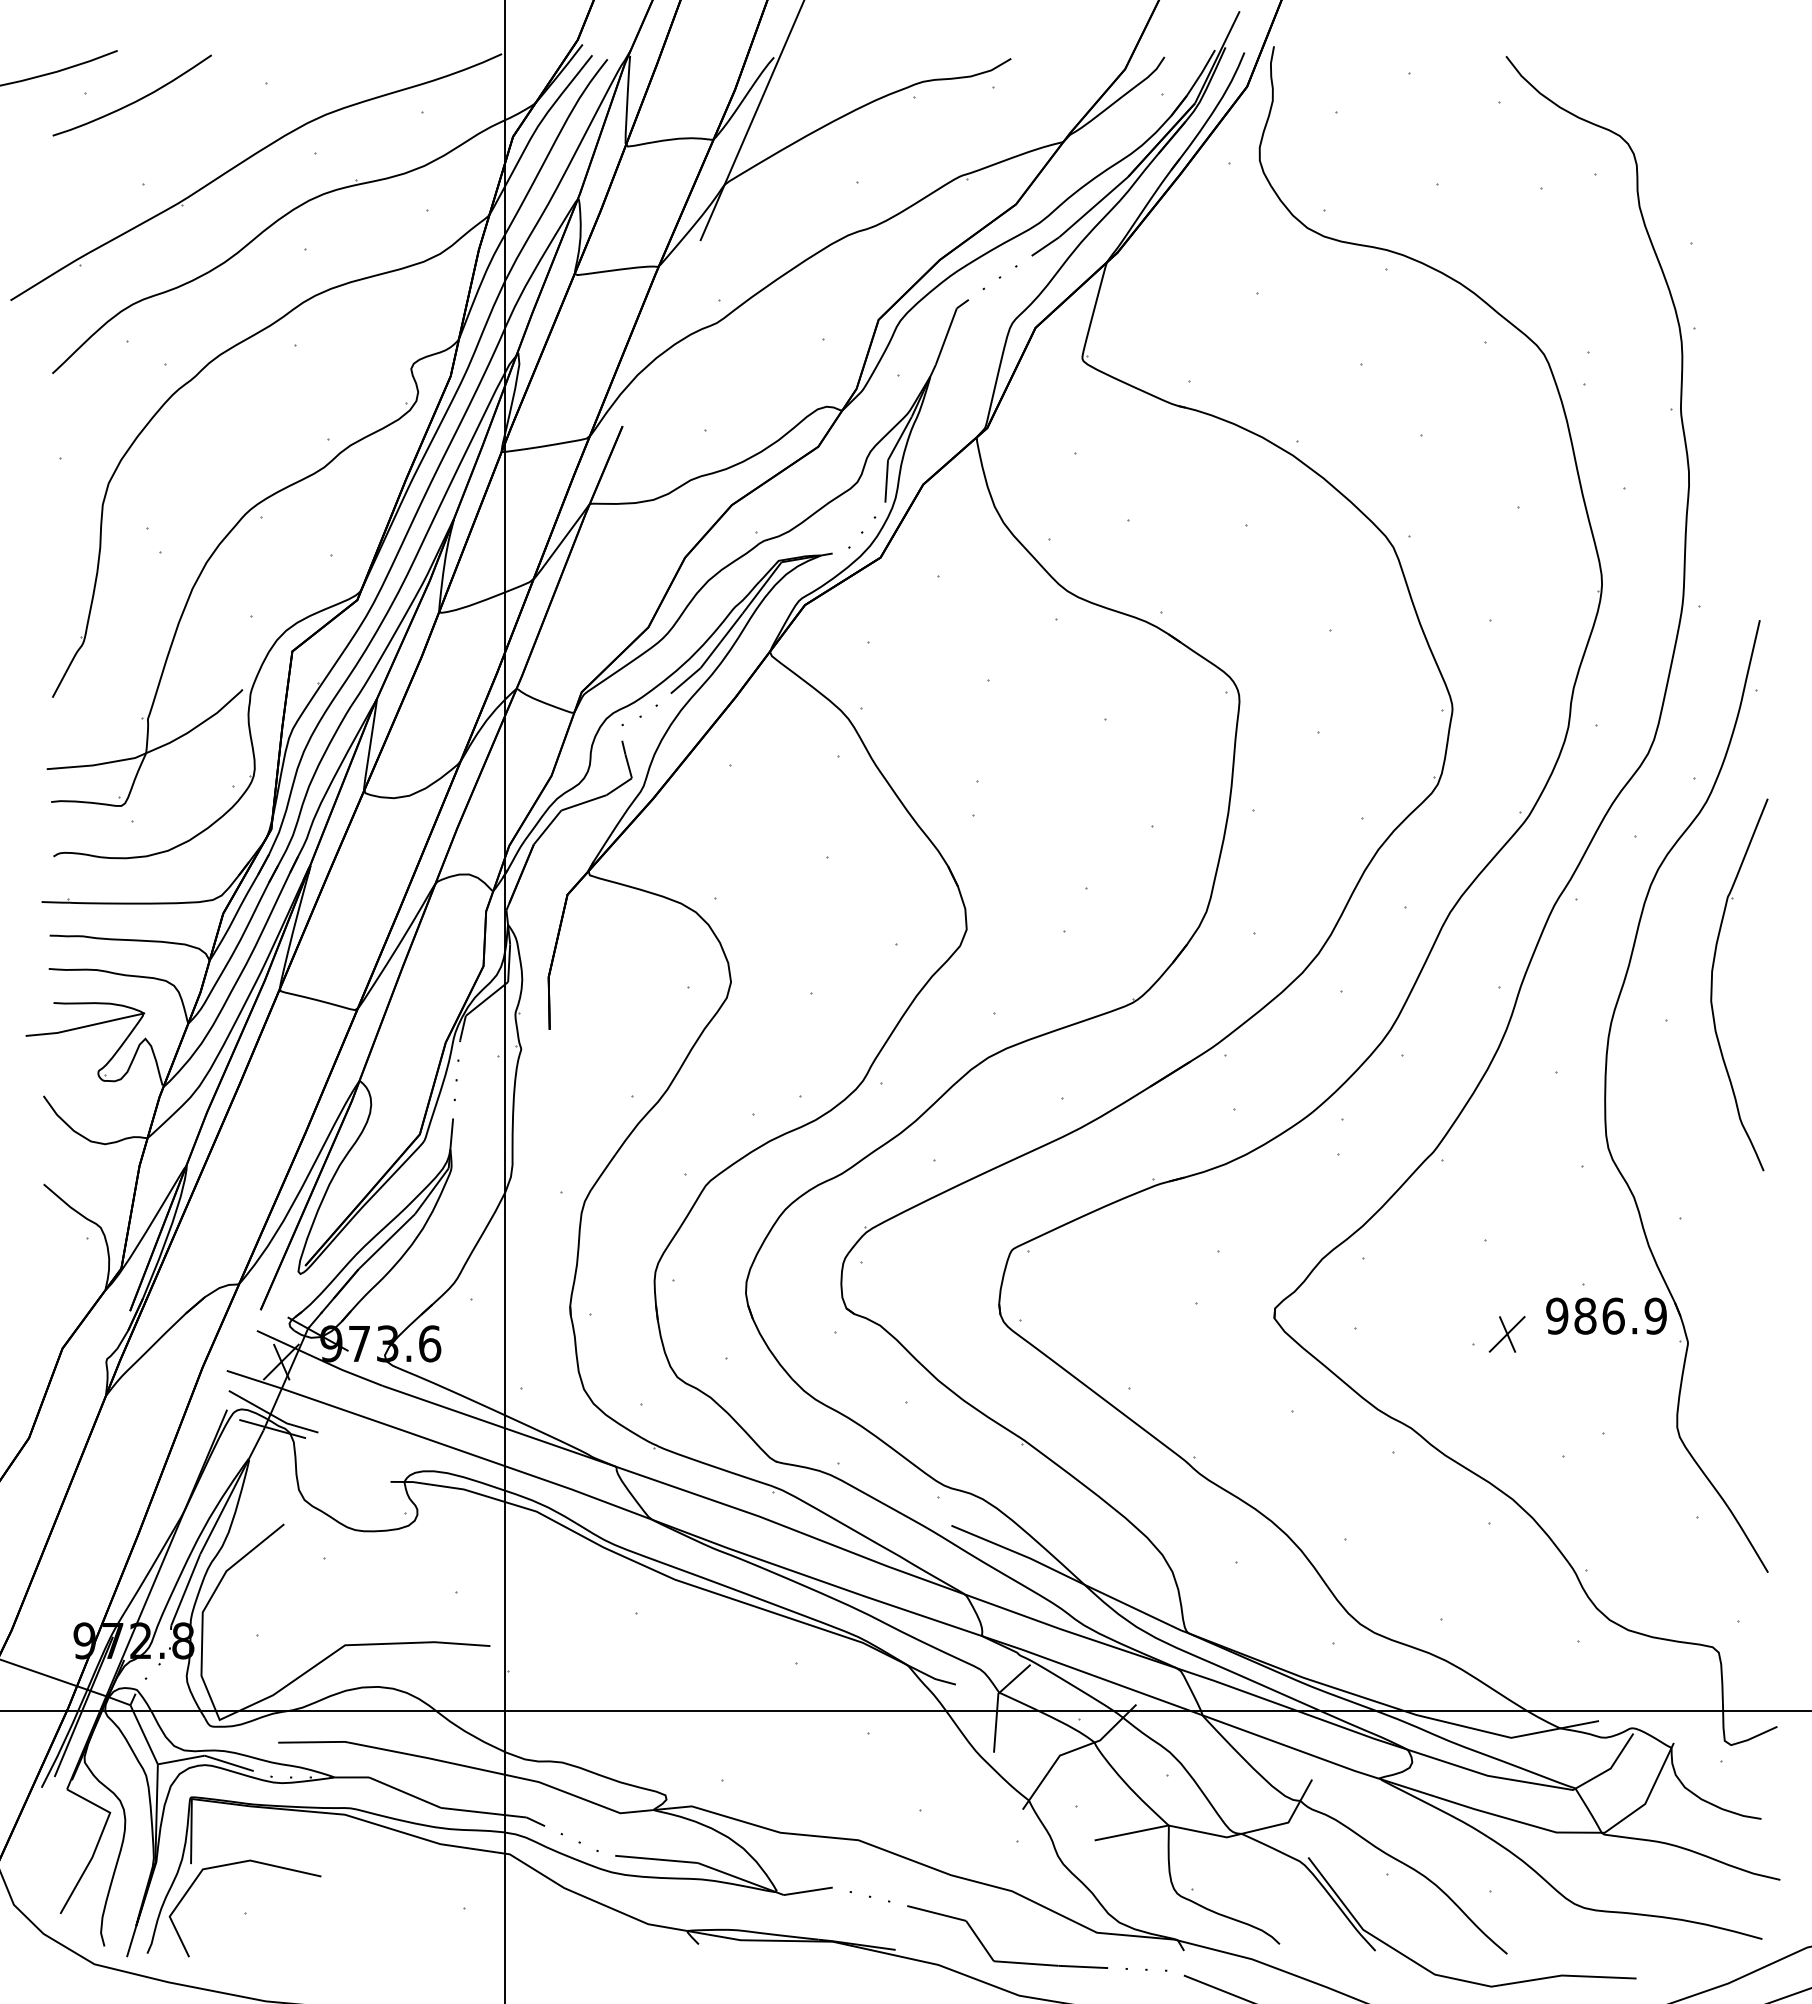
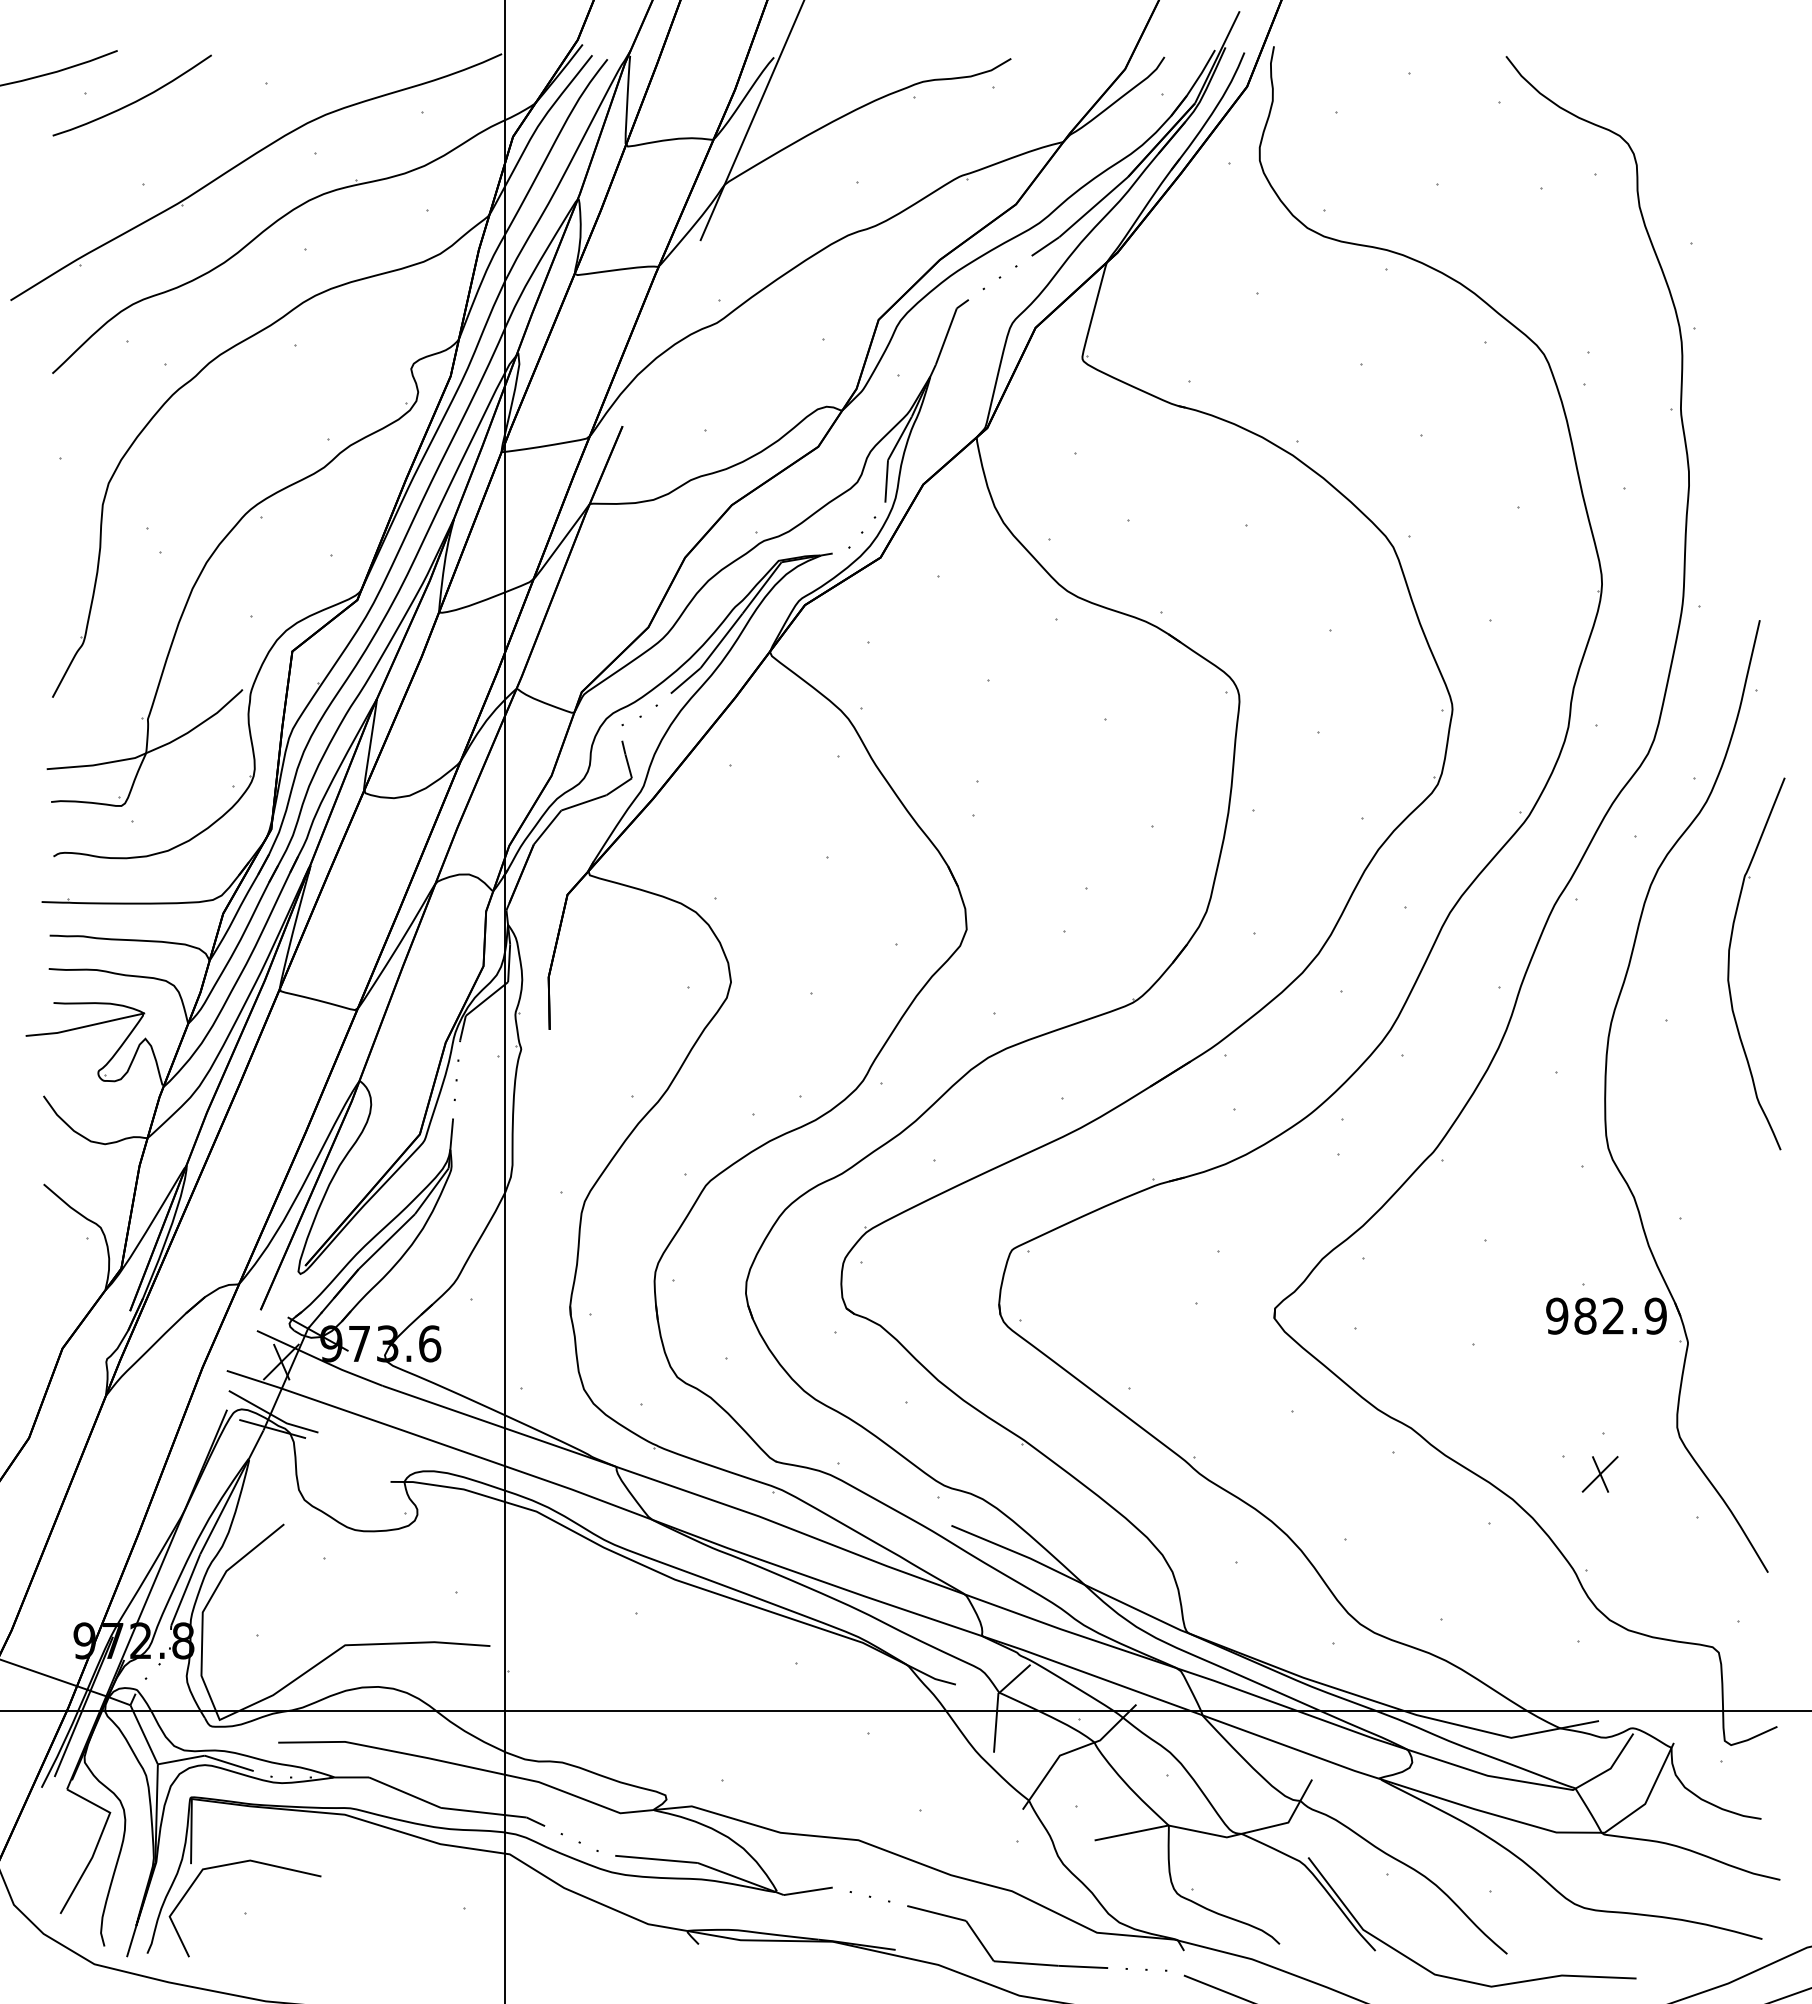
part at (1712, 984) position: (1712, 984) -> (1729, 963)
text at (1613, 1315): 986.9 -> 982.9
part at (1506, 1334) position: (1506, 1334) -> (1599, 1474)
